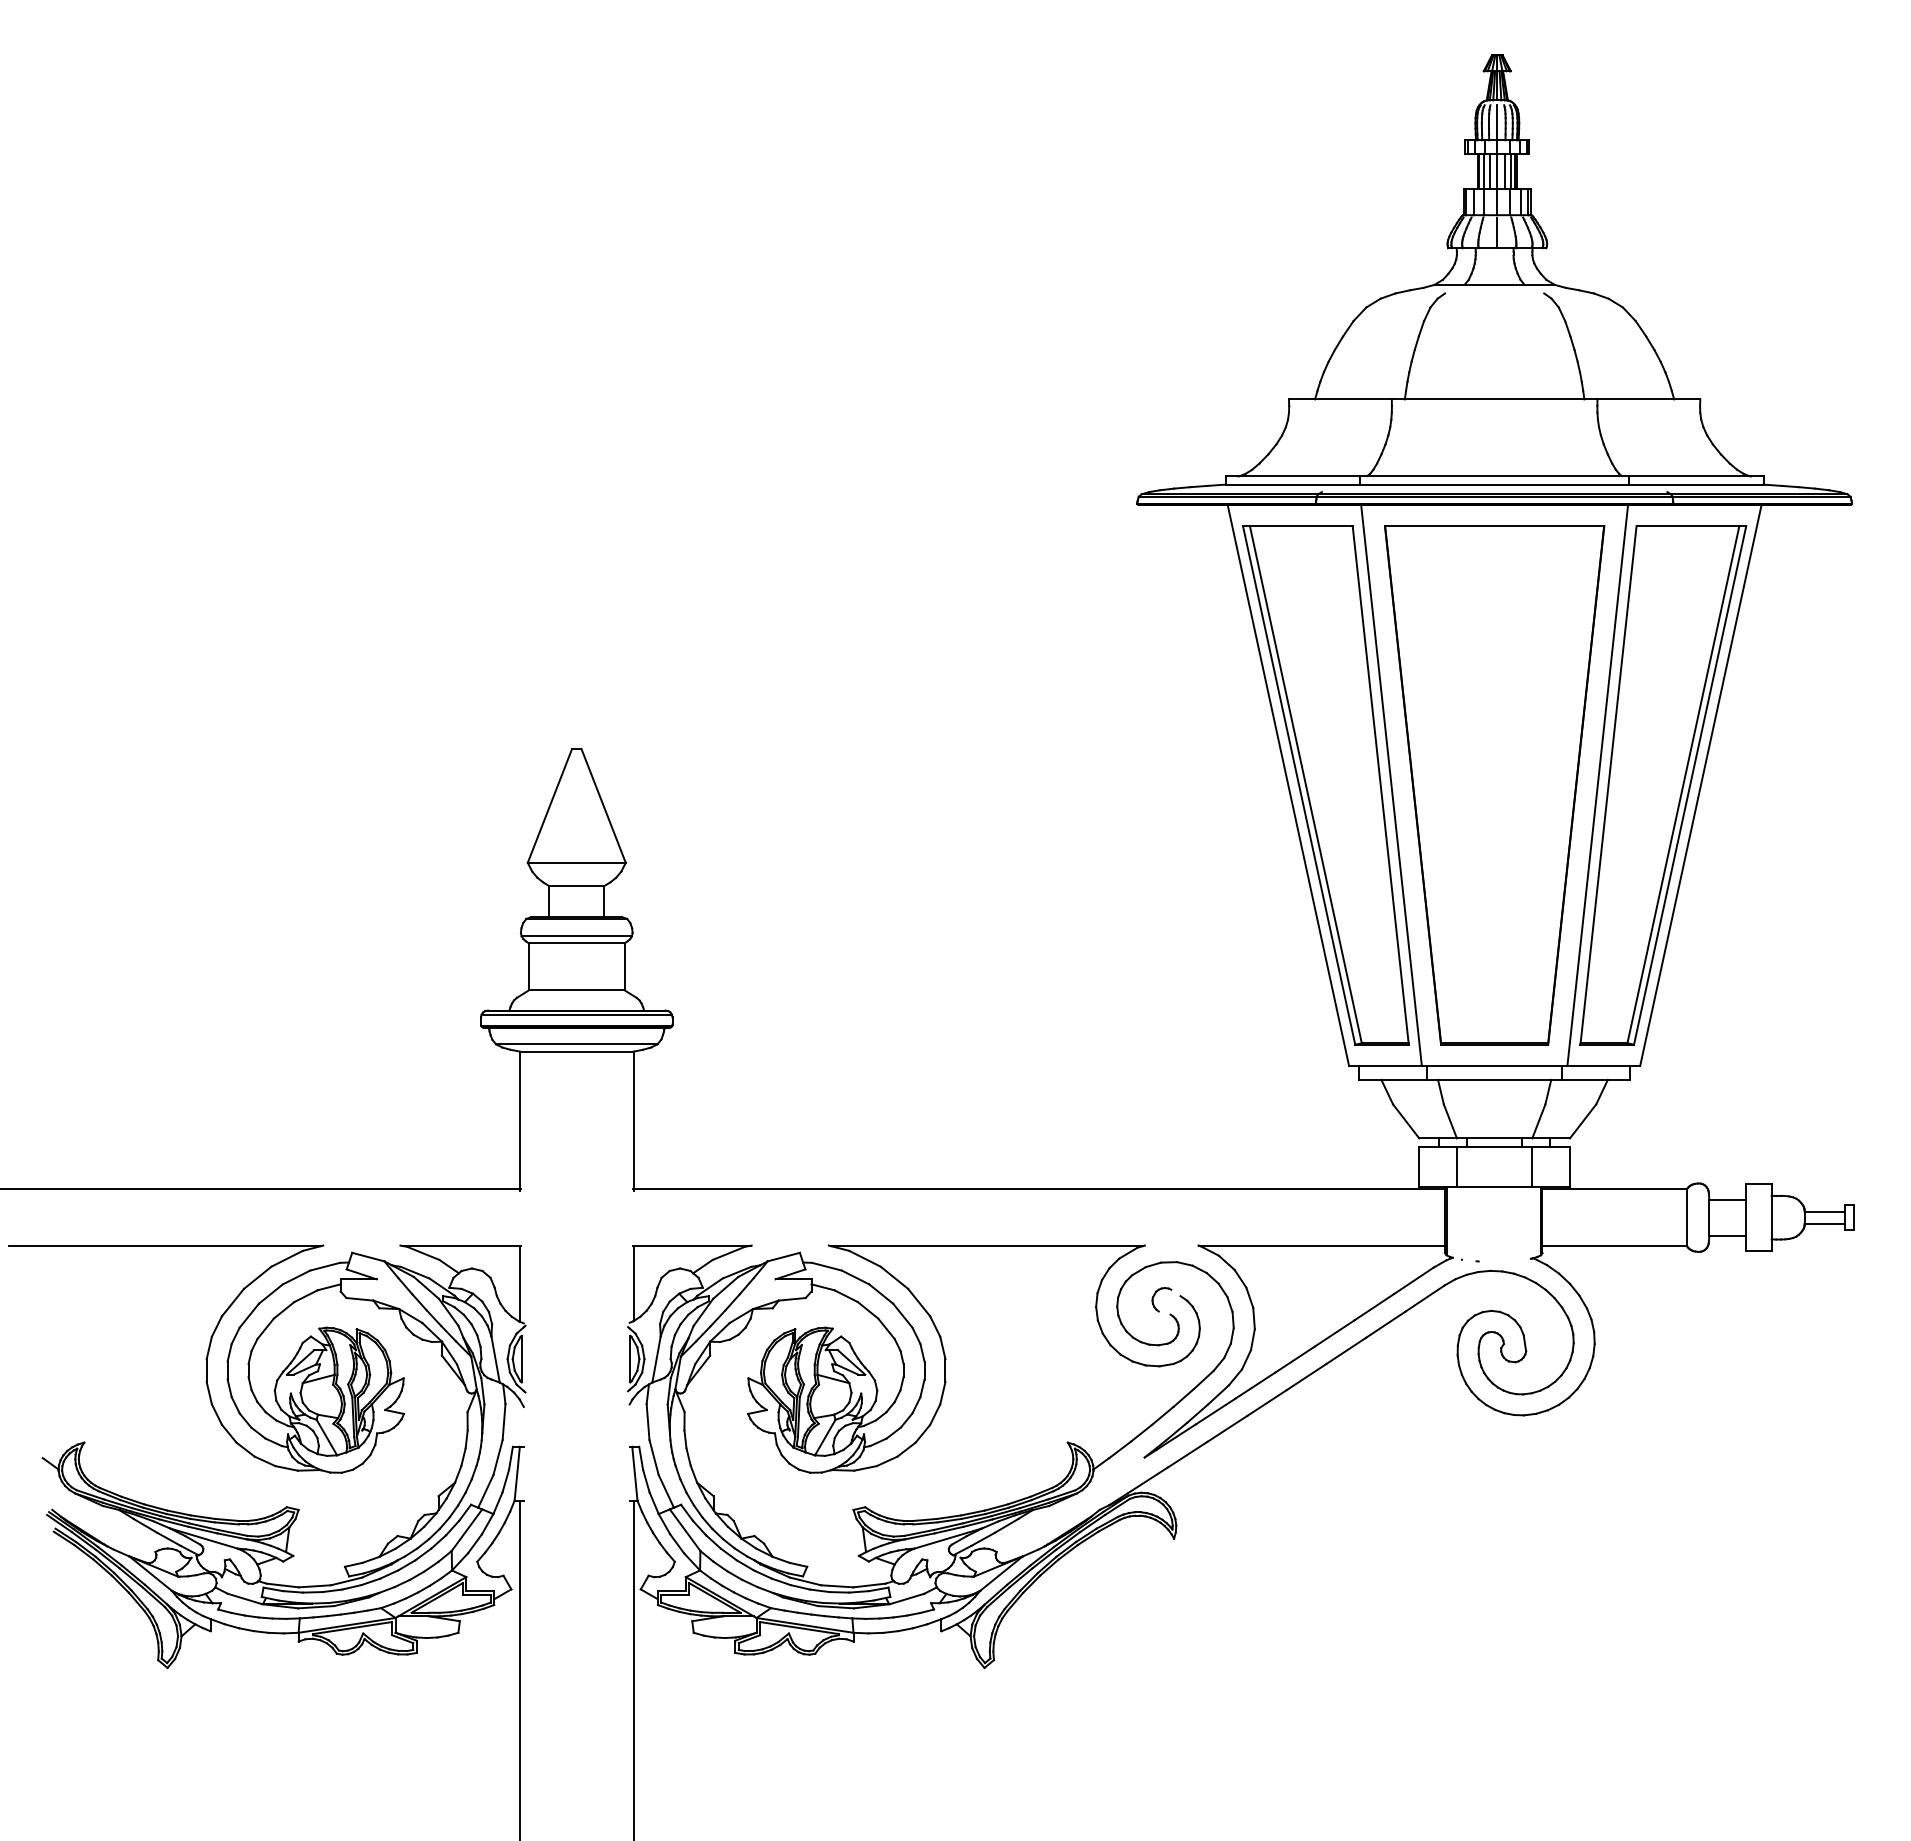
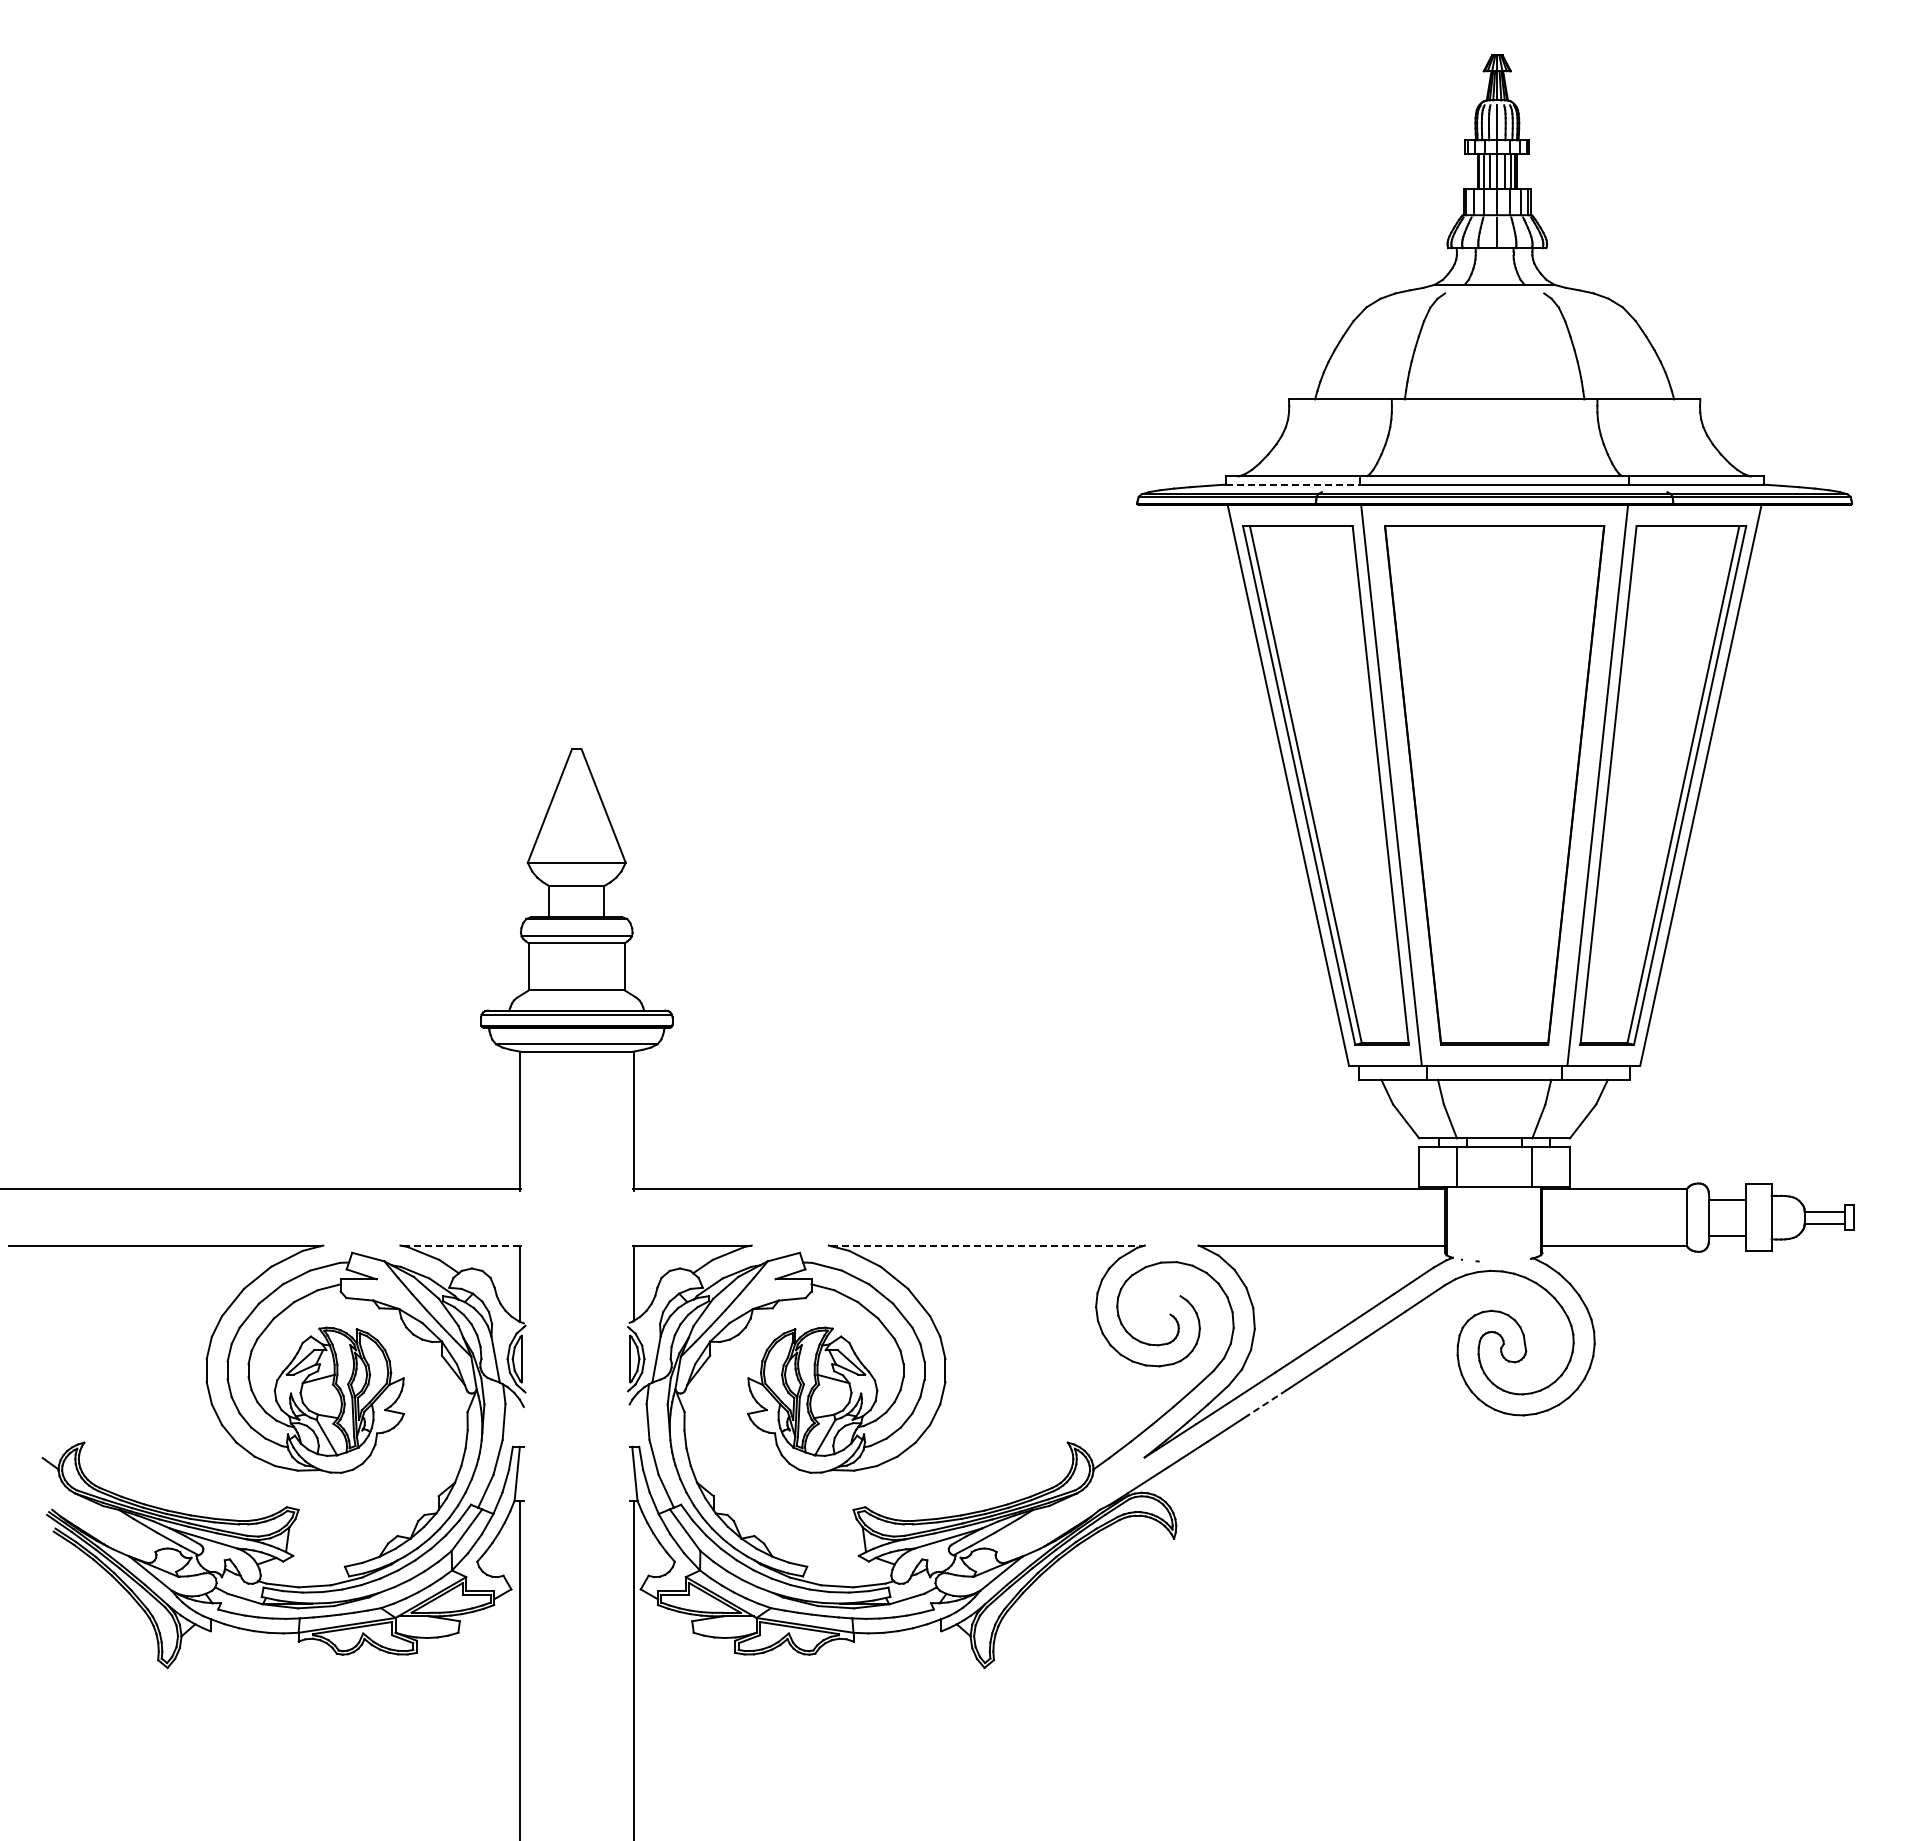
line at (1293, 484): solid -> dashed
line at (461, 1246): solid -> dashed
line at (987, 1246): solid -> dashed
part at (1155, 1295): present -> none
line at (1267, 1403): solid -> dashed
